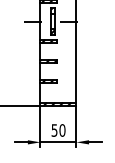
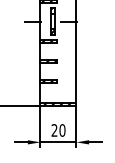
text at (54, 130): 50 -> 20
